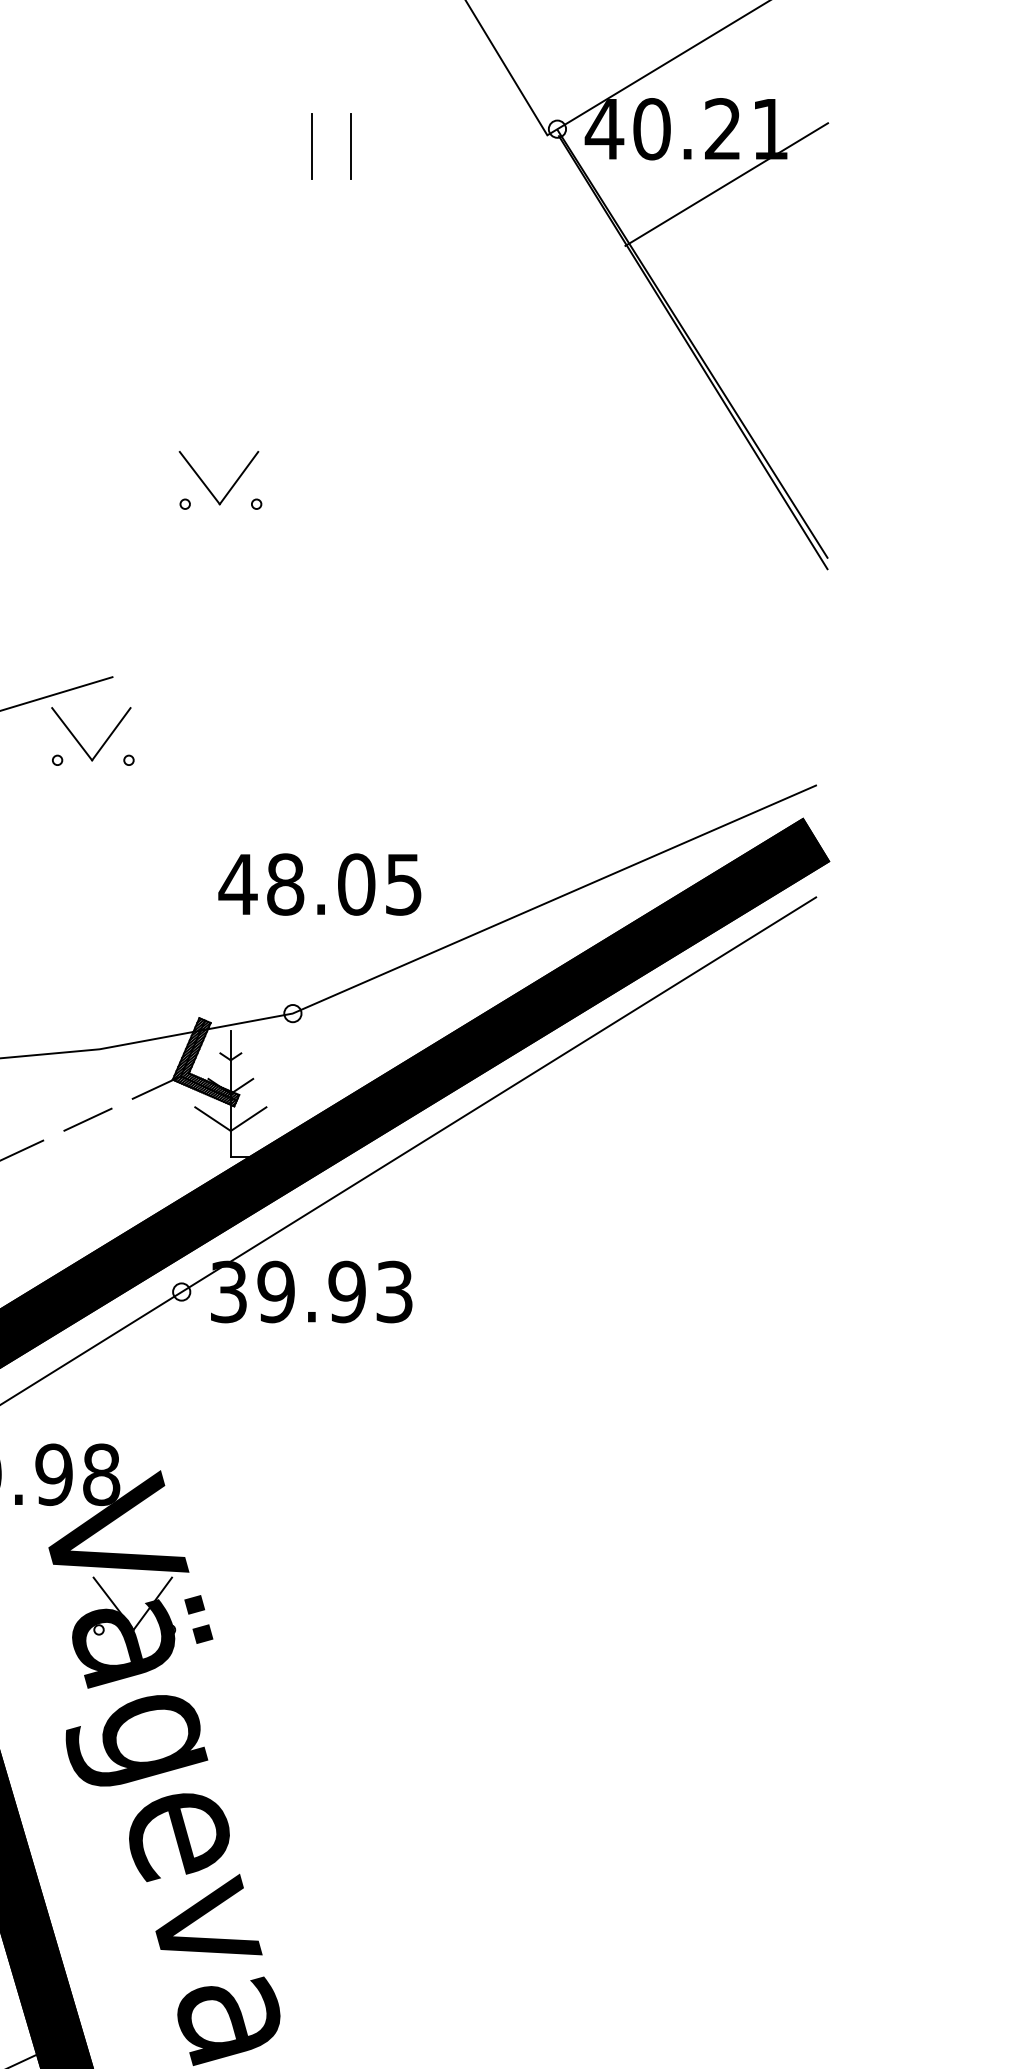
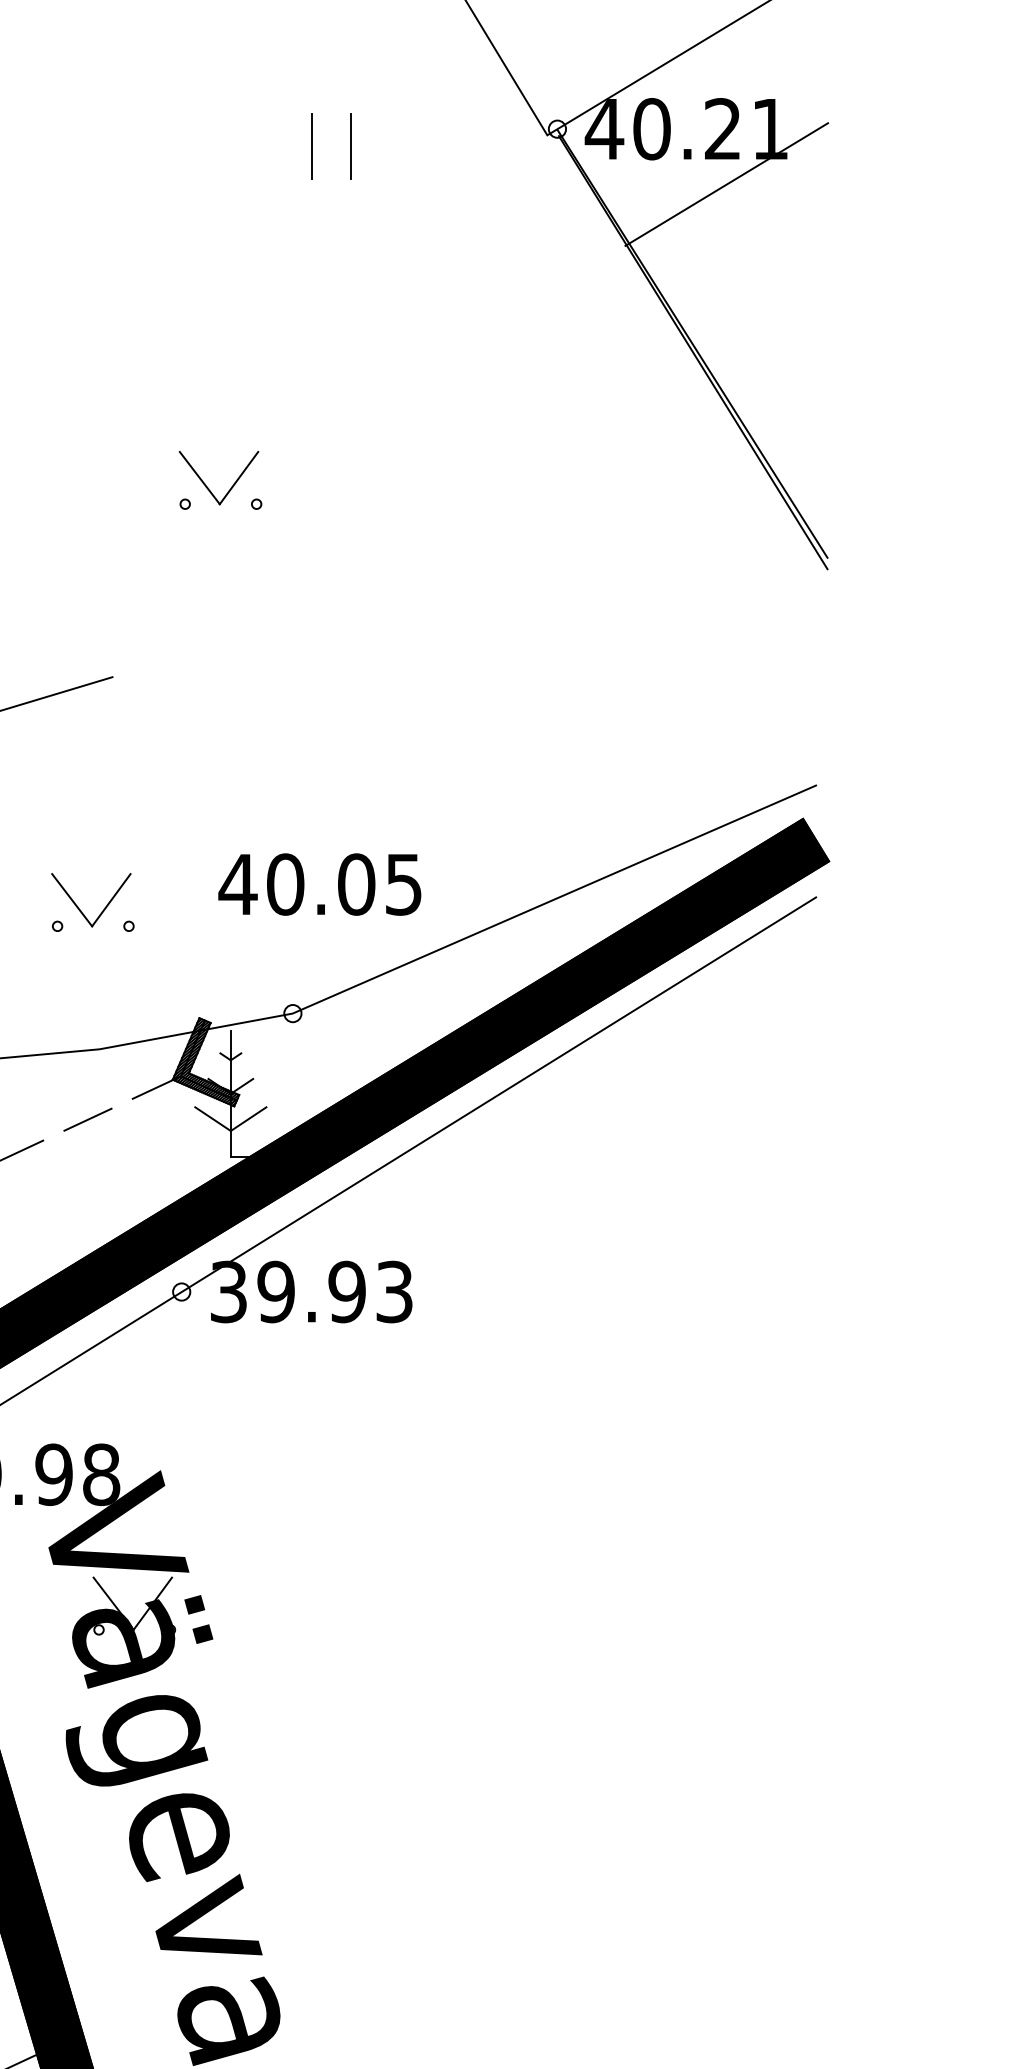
part at (101, 745) position: (101, 745) -> (101, 911)
text at (285, 884): 48.05 -> 40.05
